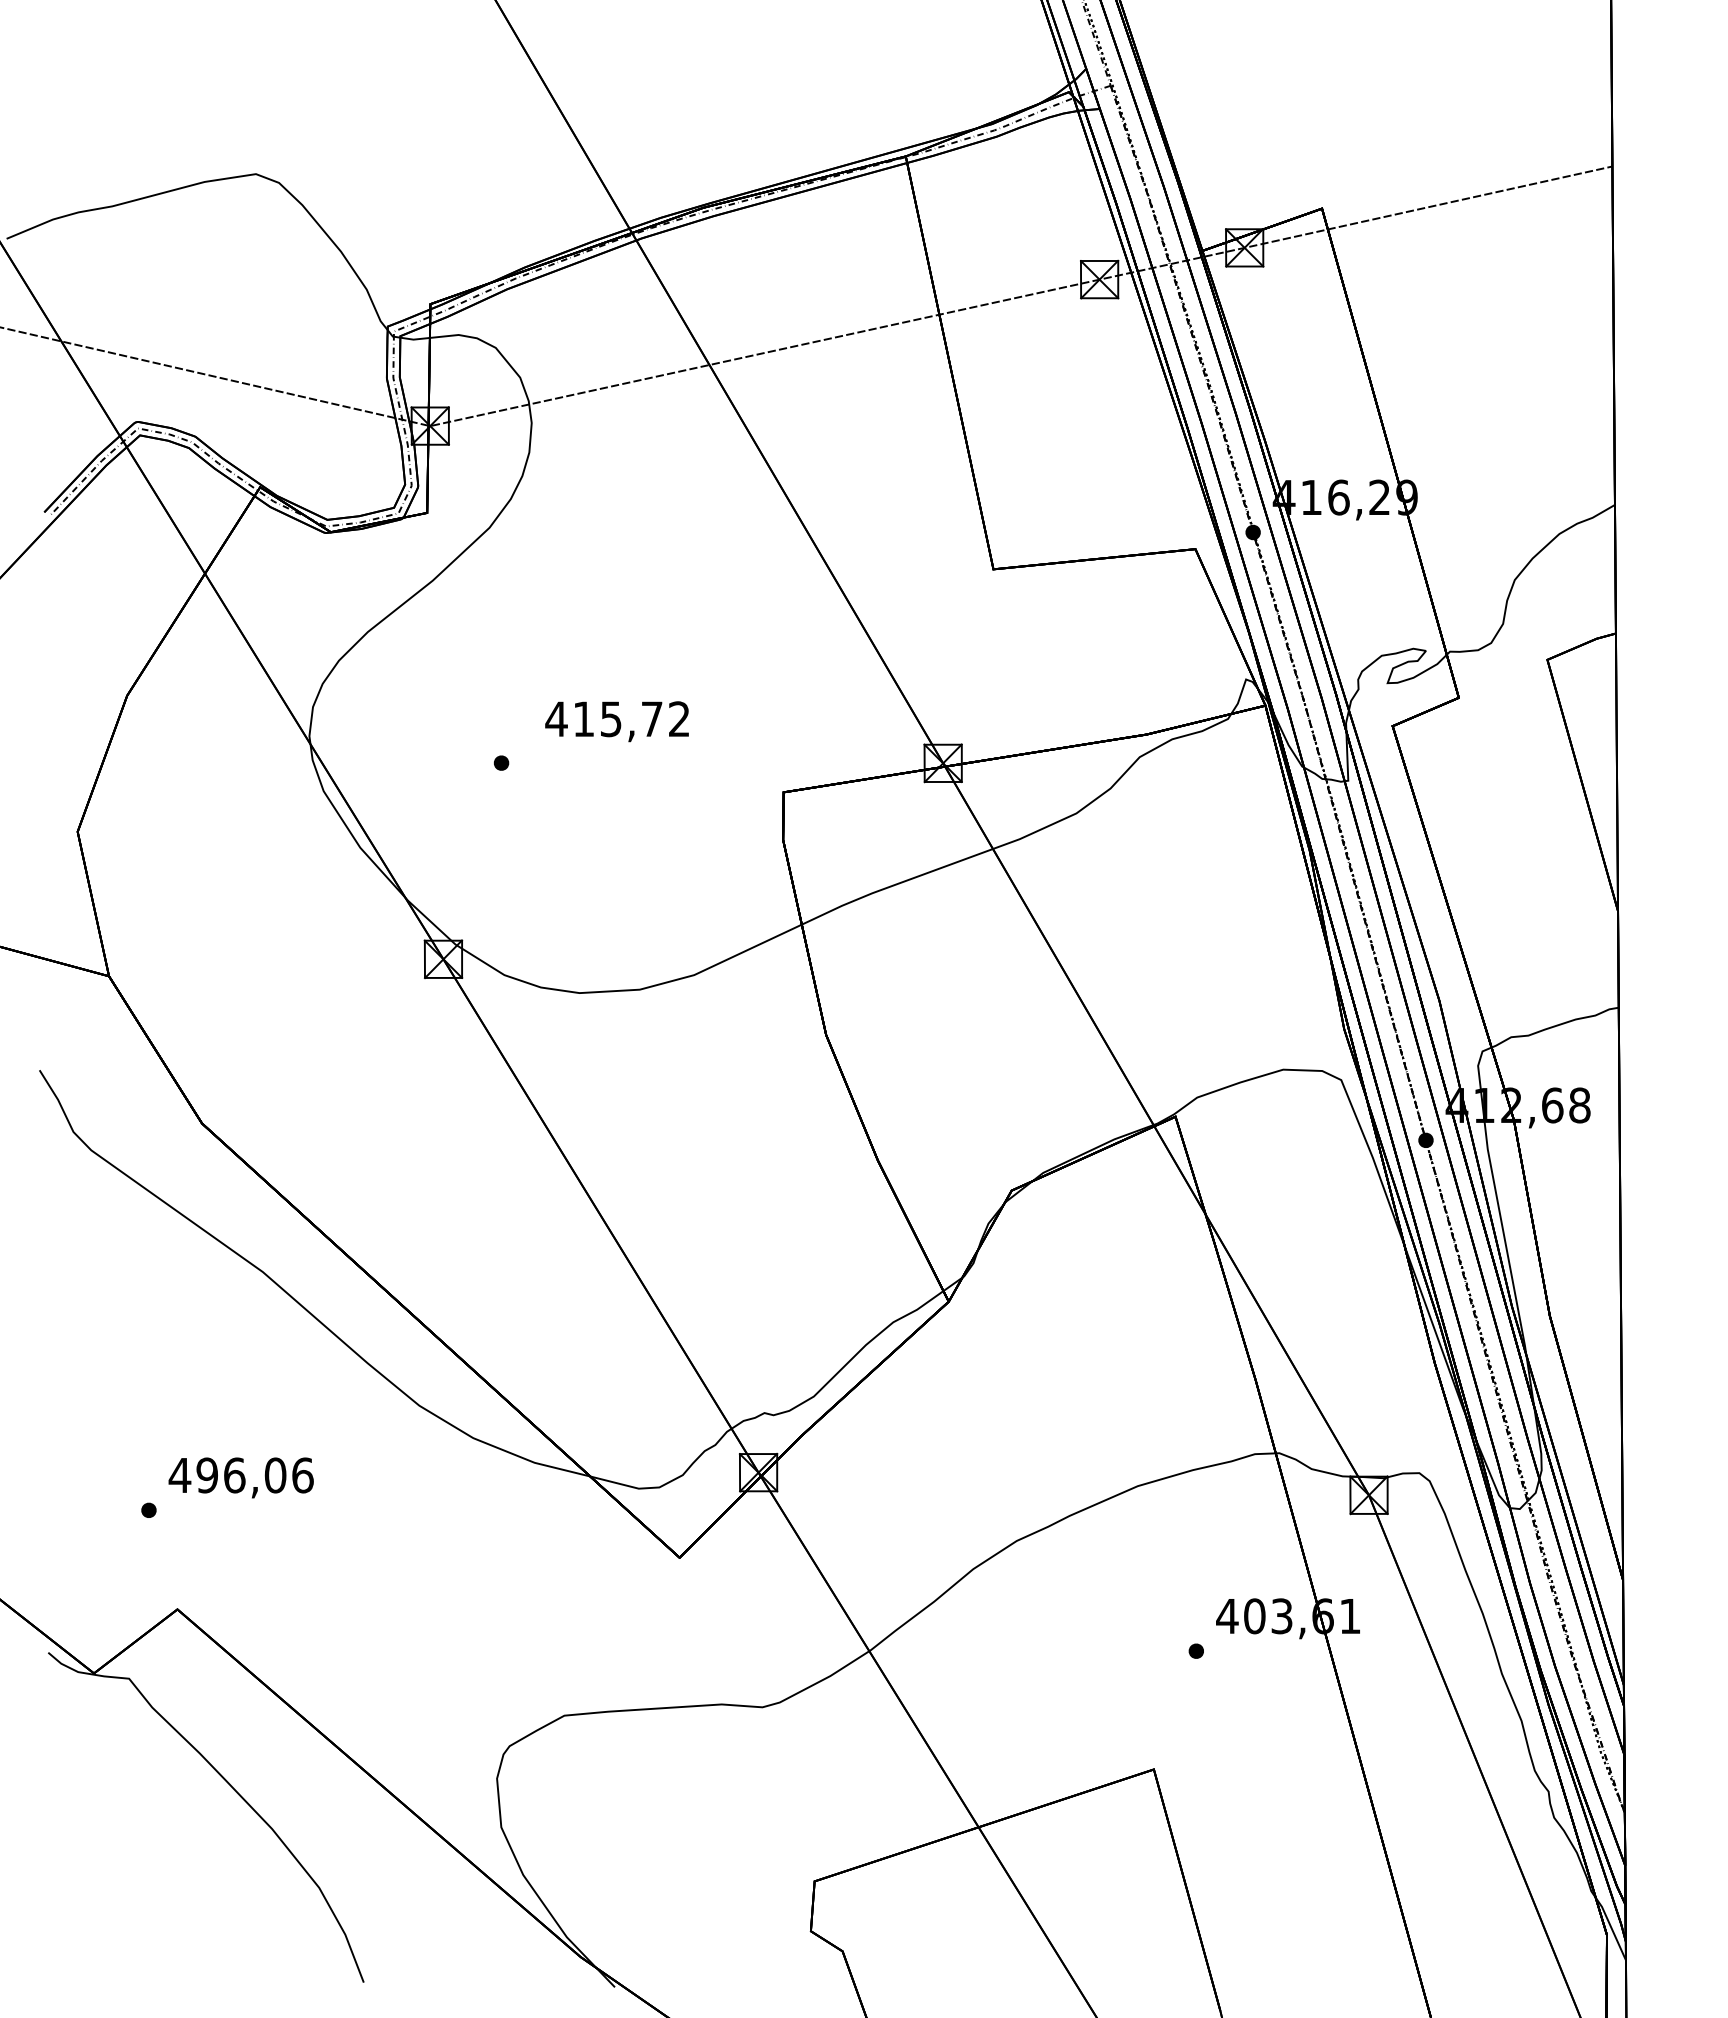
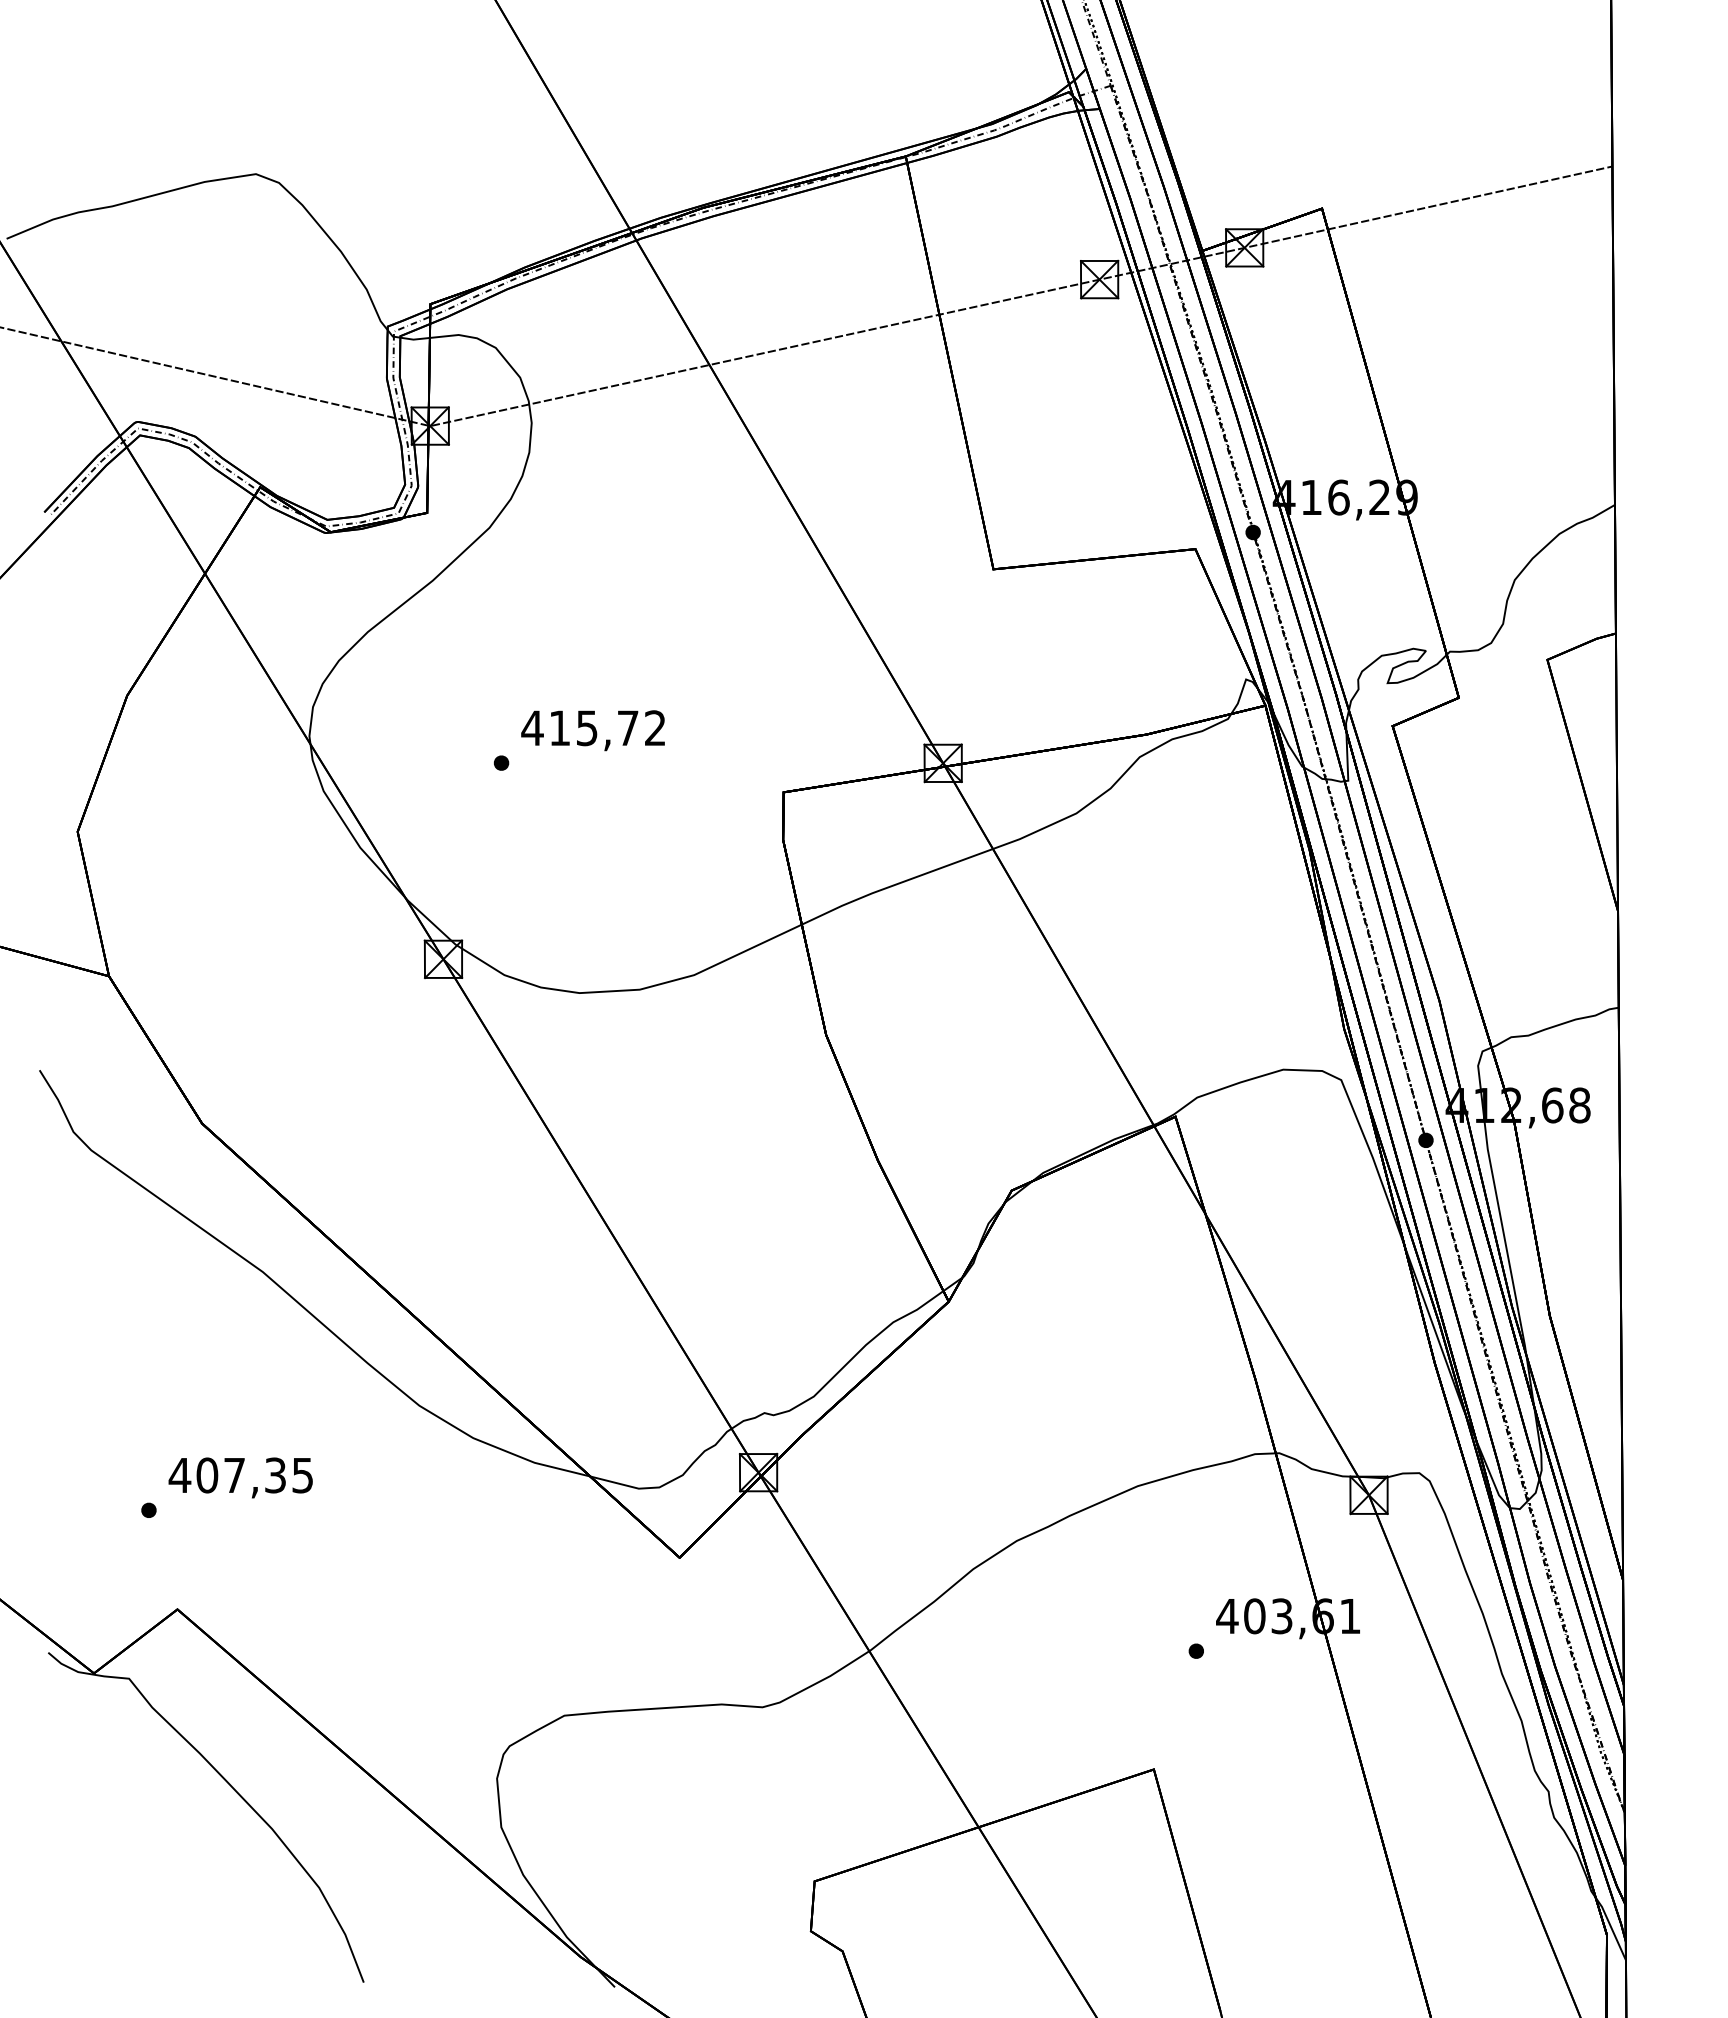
text at (616, 721) position: (616, 721) -> (592, 730)
text at (254, 1475): 496,06 -> 407,35
